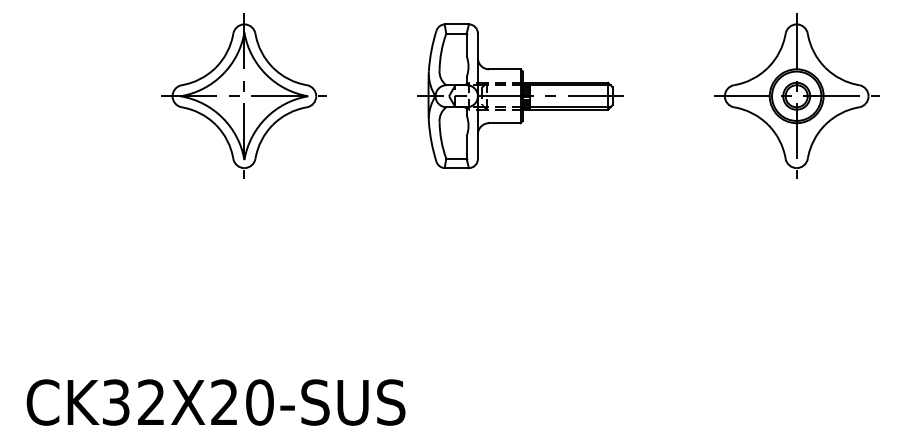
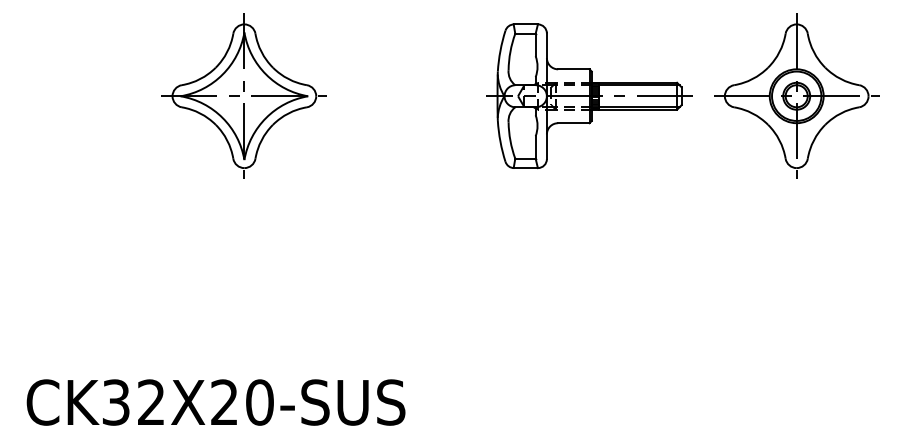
part at (520, 96) position: (520, 96) -> (589, 96)
